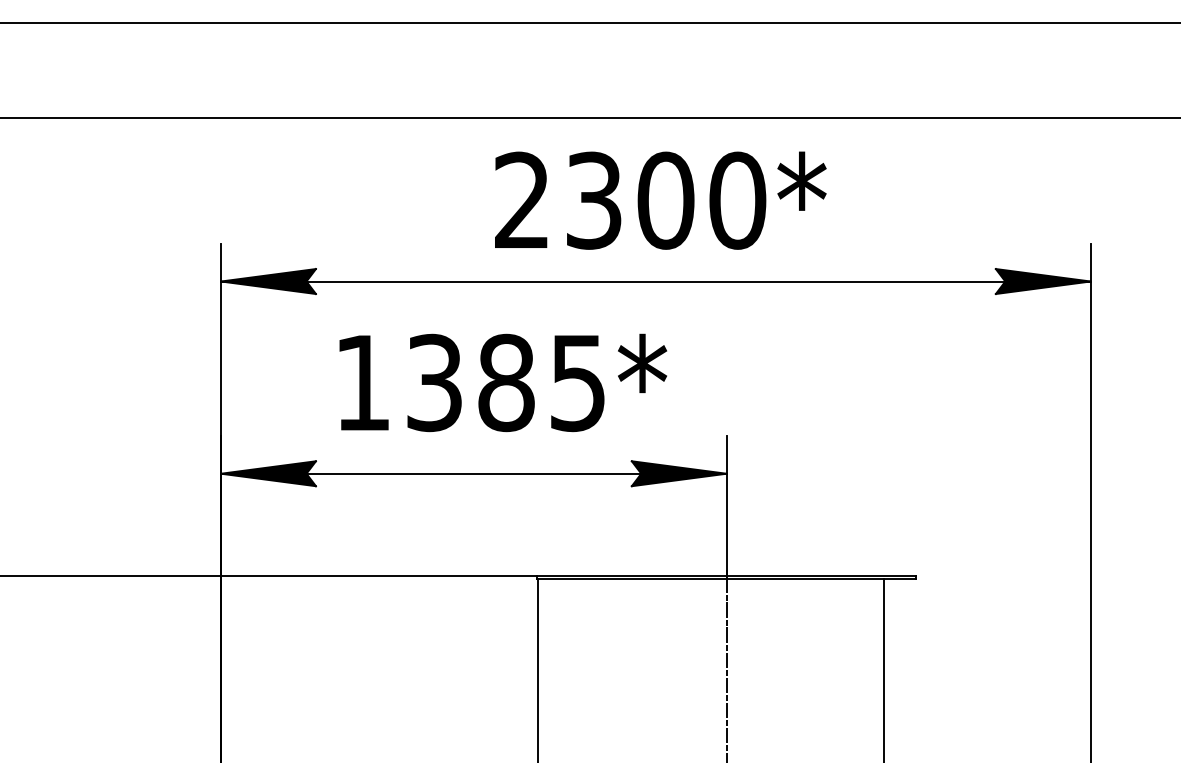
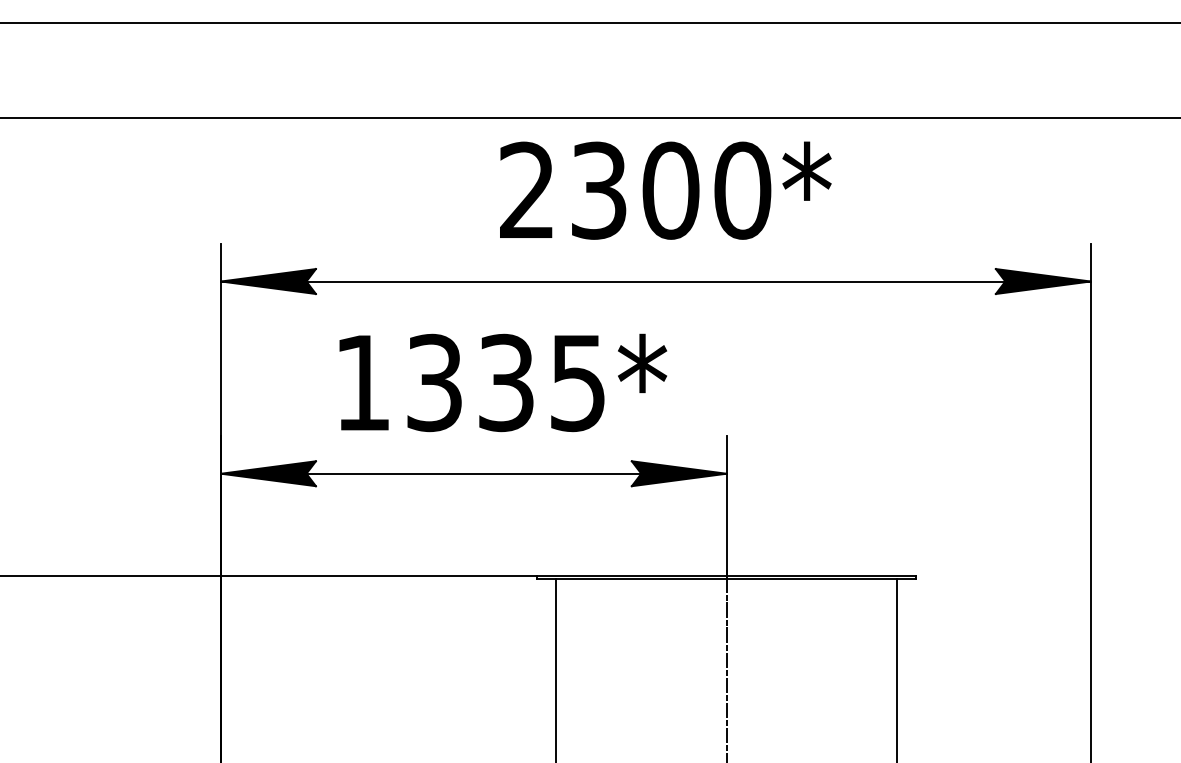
text at (660, 200) position: (660, 200) -> (665, 190)
text at (506, 382): 1385* -> 1335*
line at (538, 669) position: (538, 669) -> (556, 669)
line at (884, 669) position: (884, 669) -> (897, 669)
